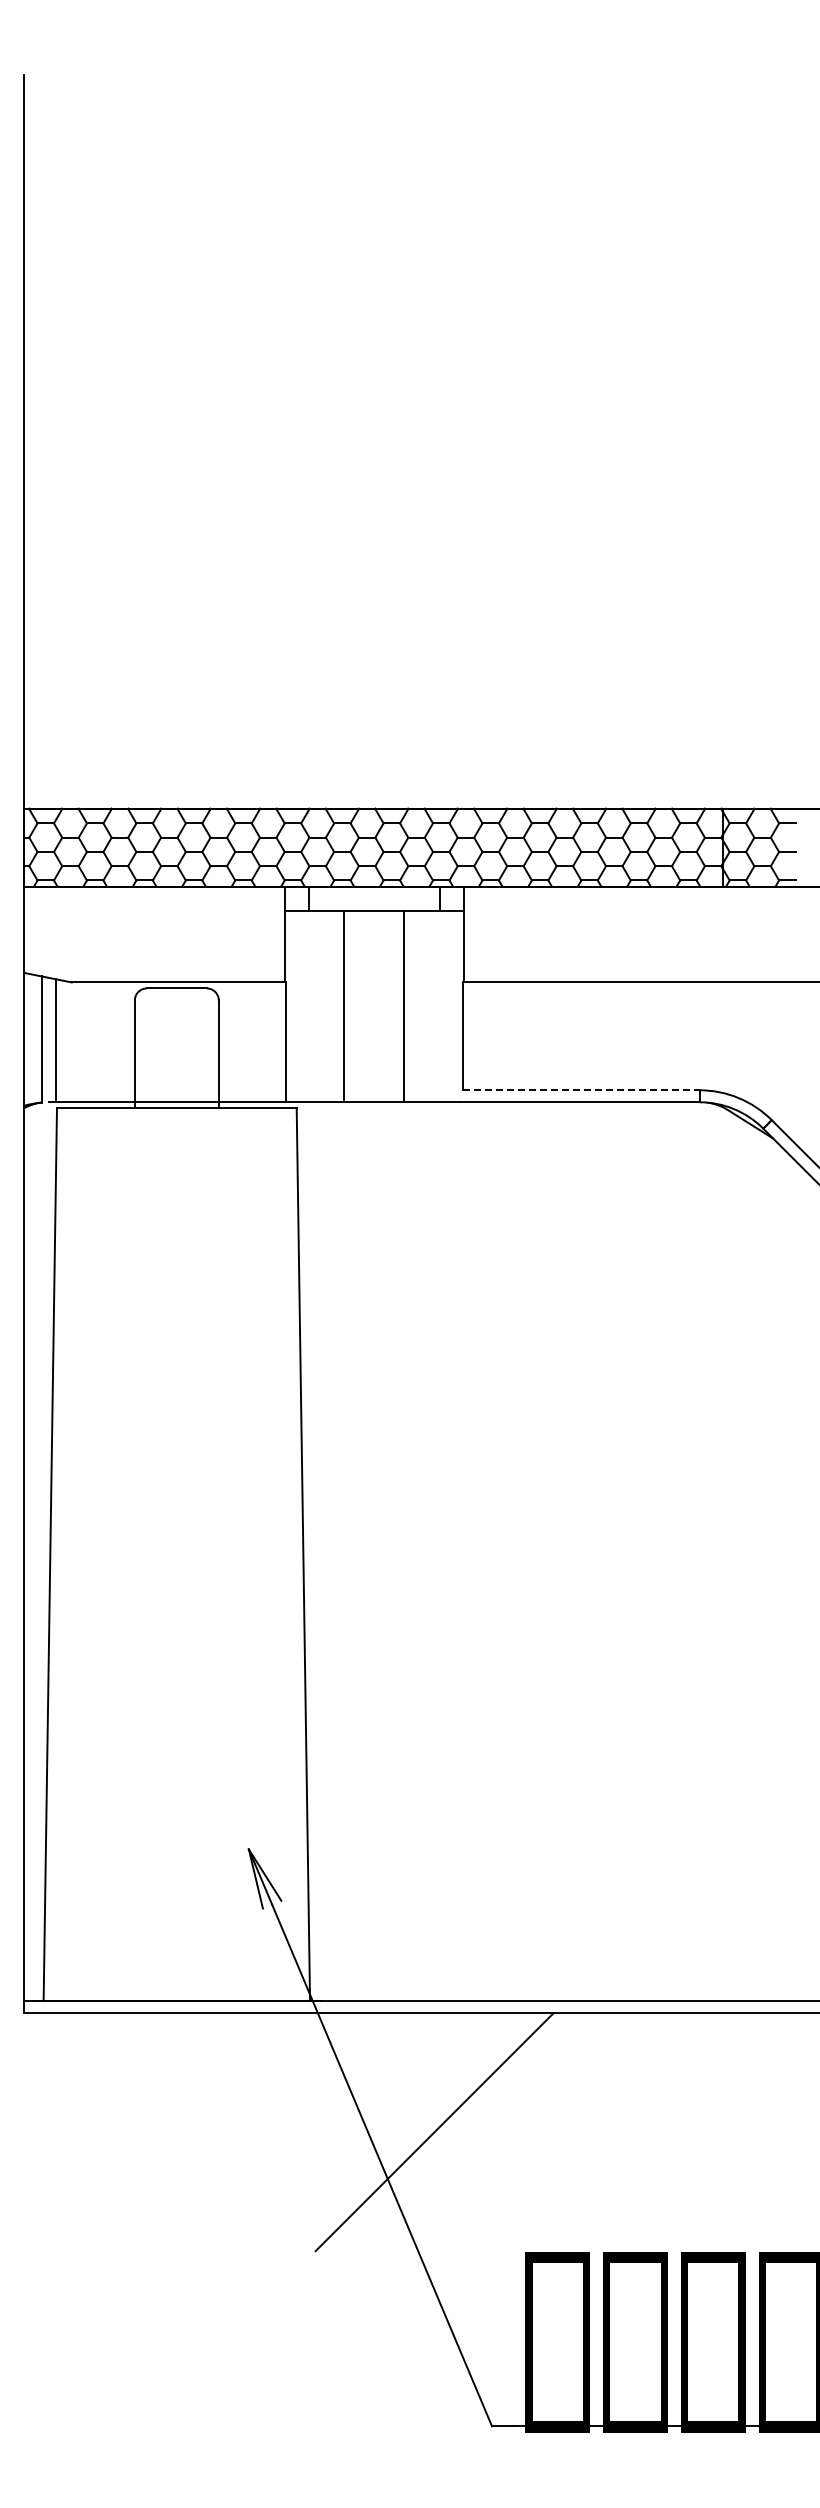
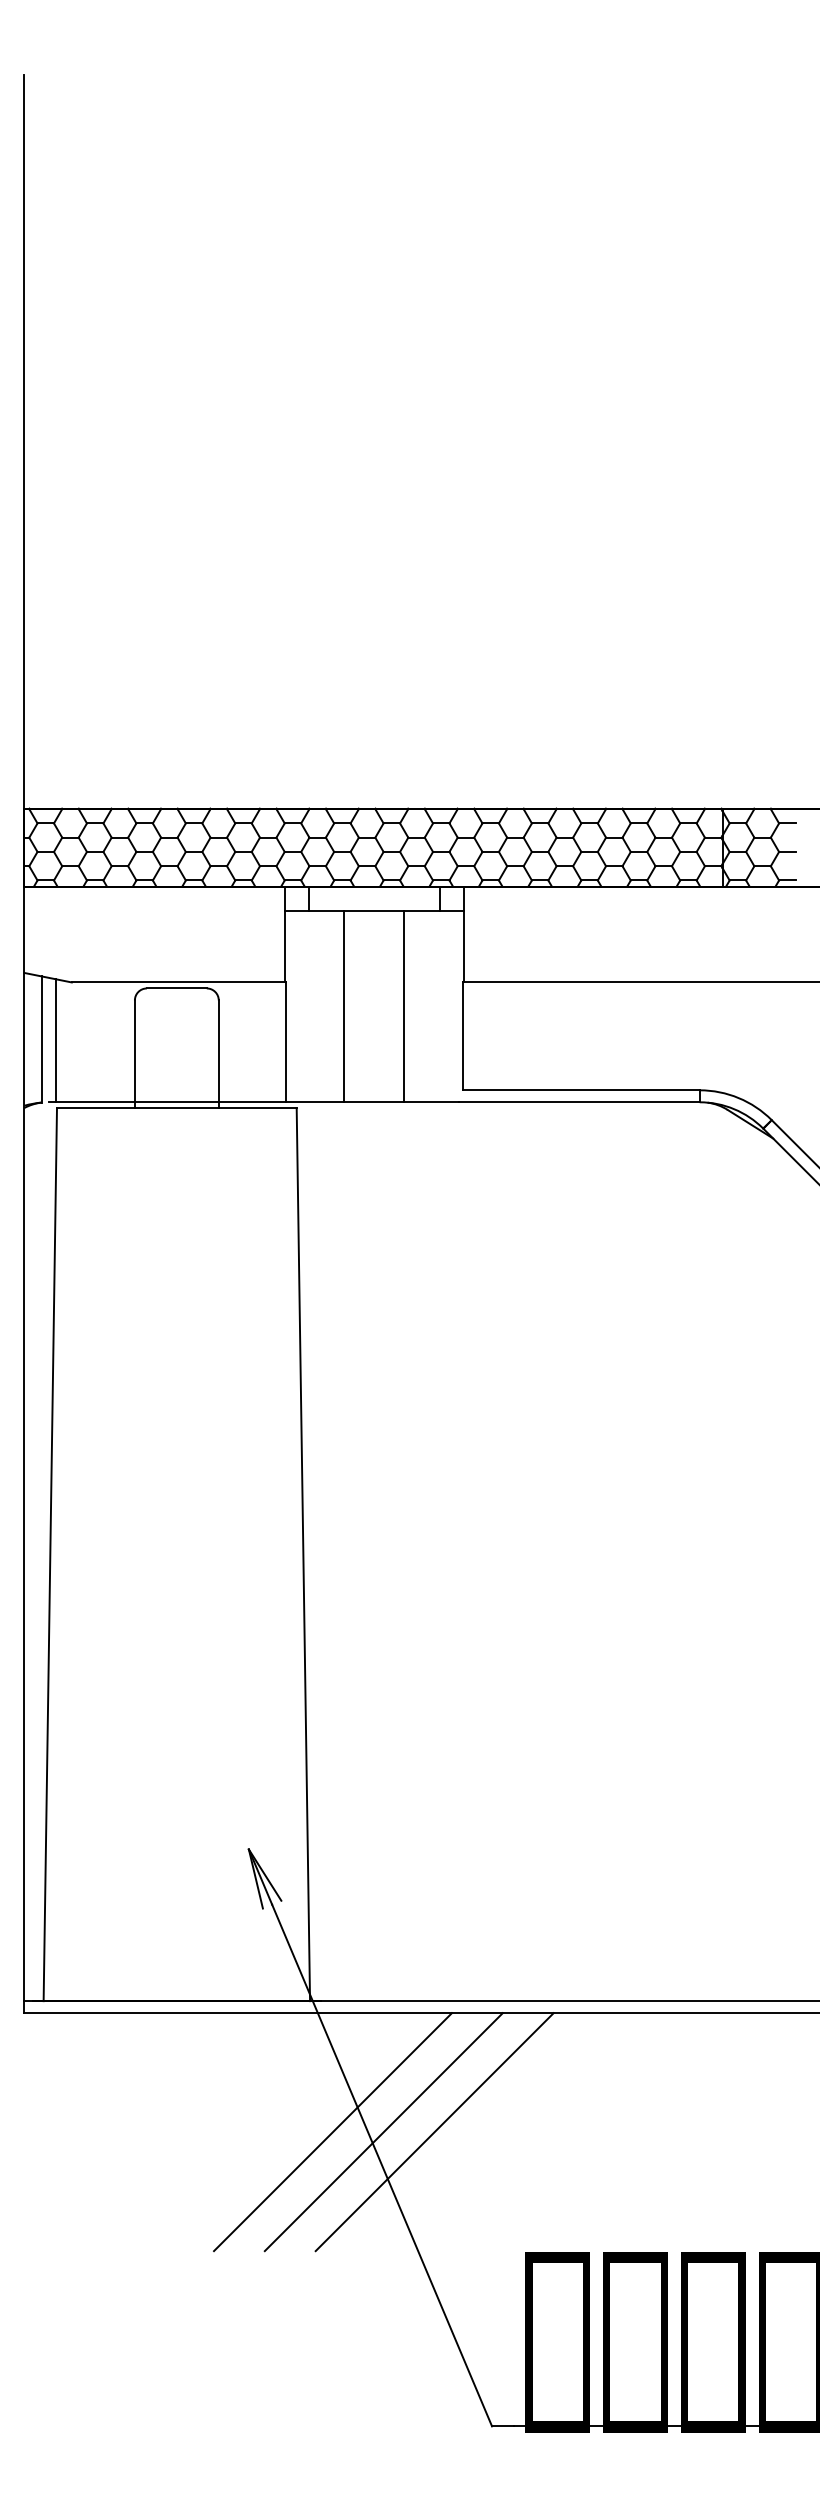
line at (581, 1090): dashed -> solid
line at (332, 2132): none -> present
line at (383, 2132): none -> present
